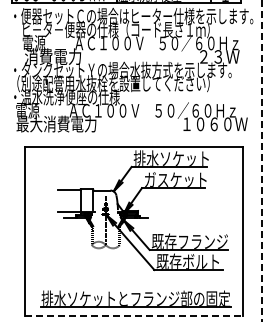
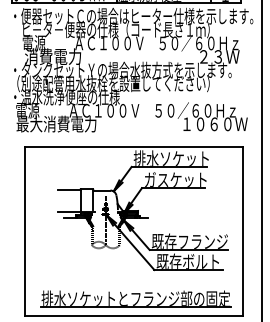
line at (262, 161): dashed -> solid
line at (134, 315): dashed -> solid
